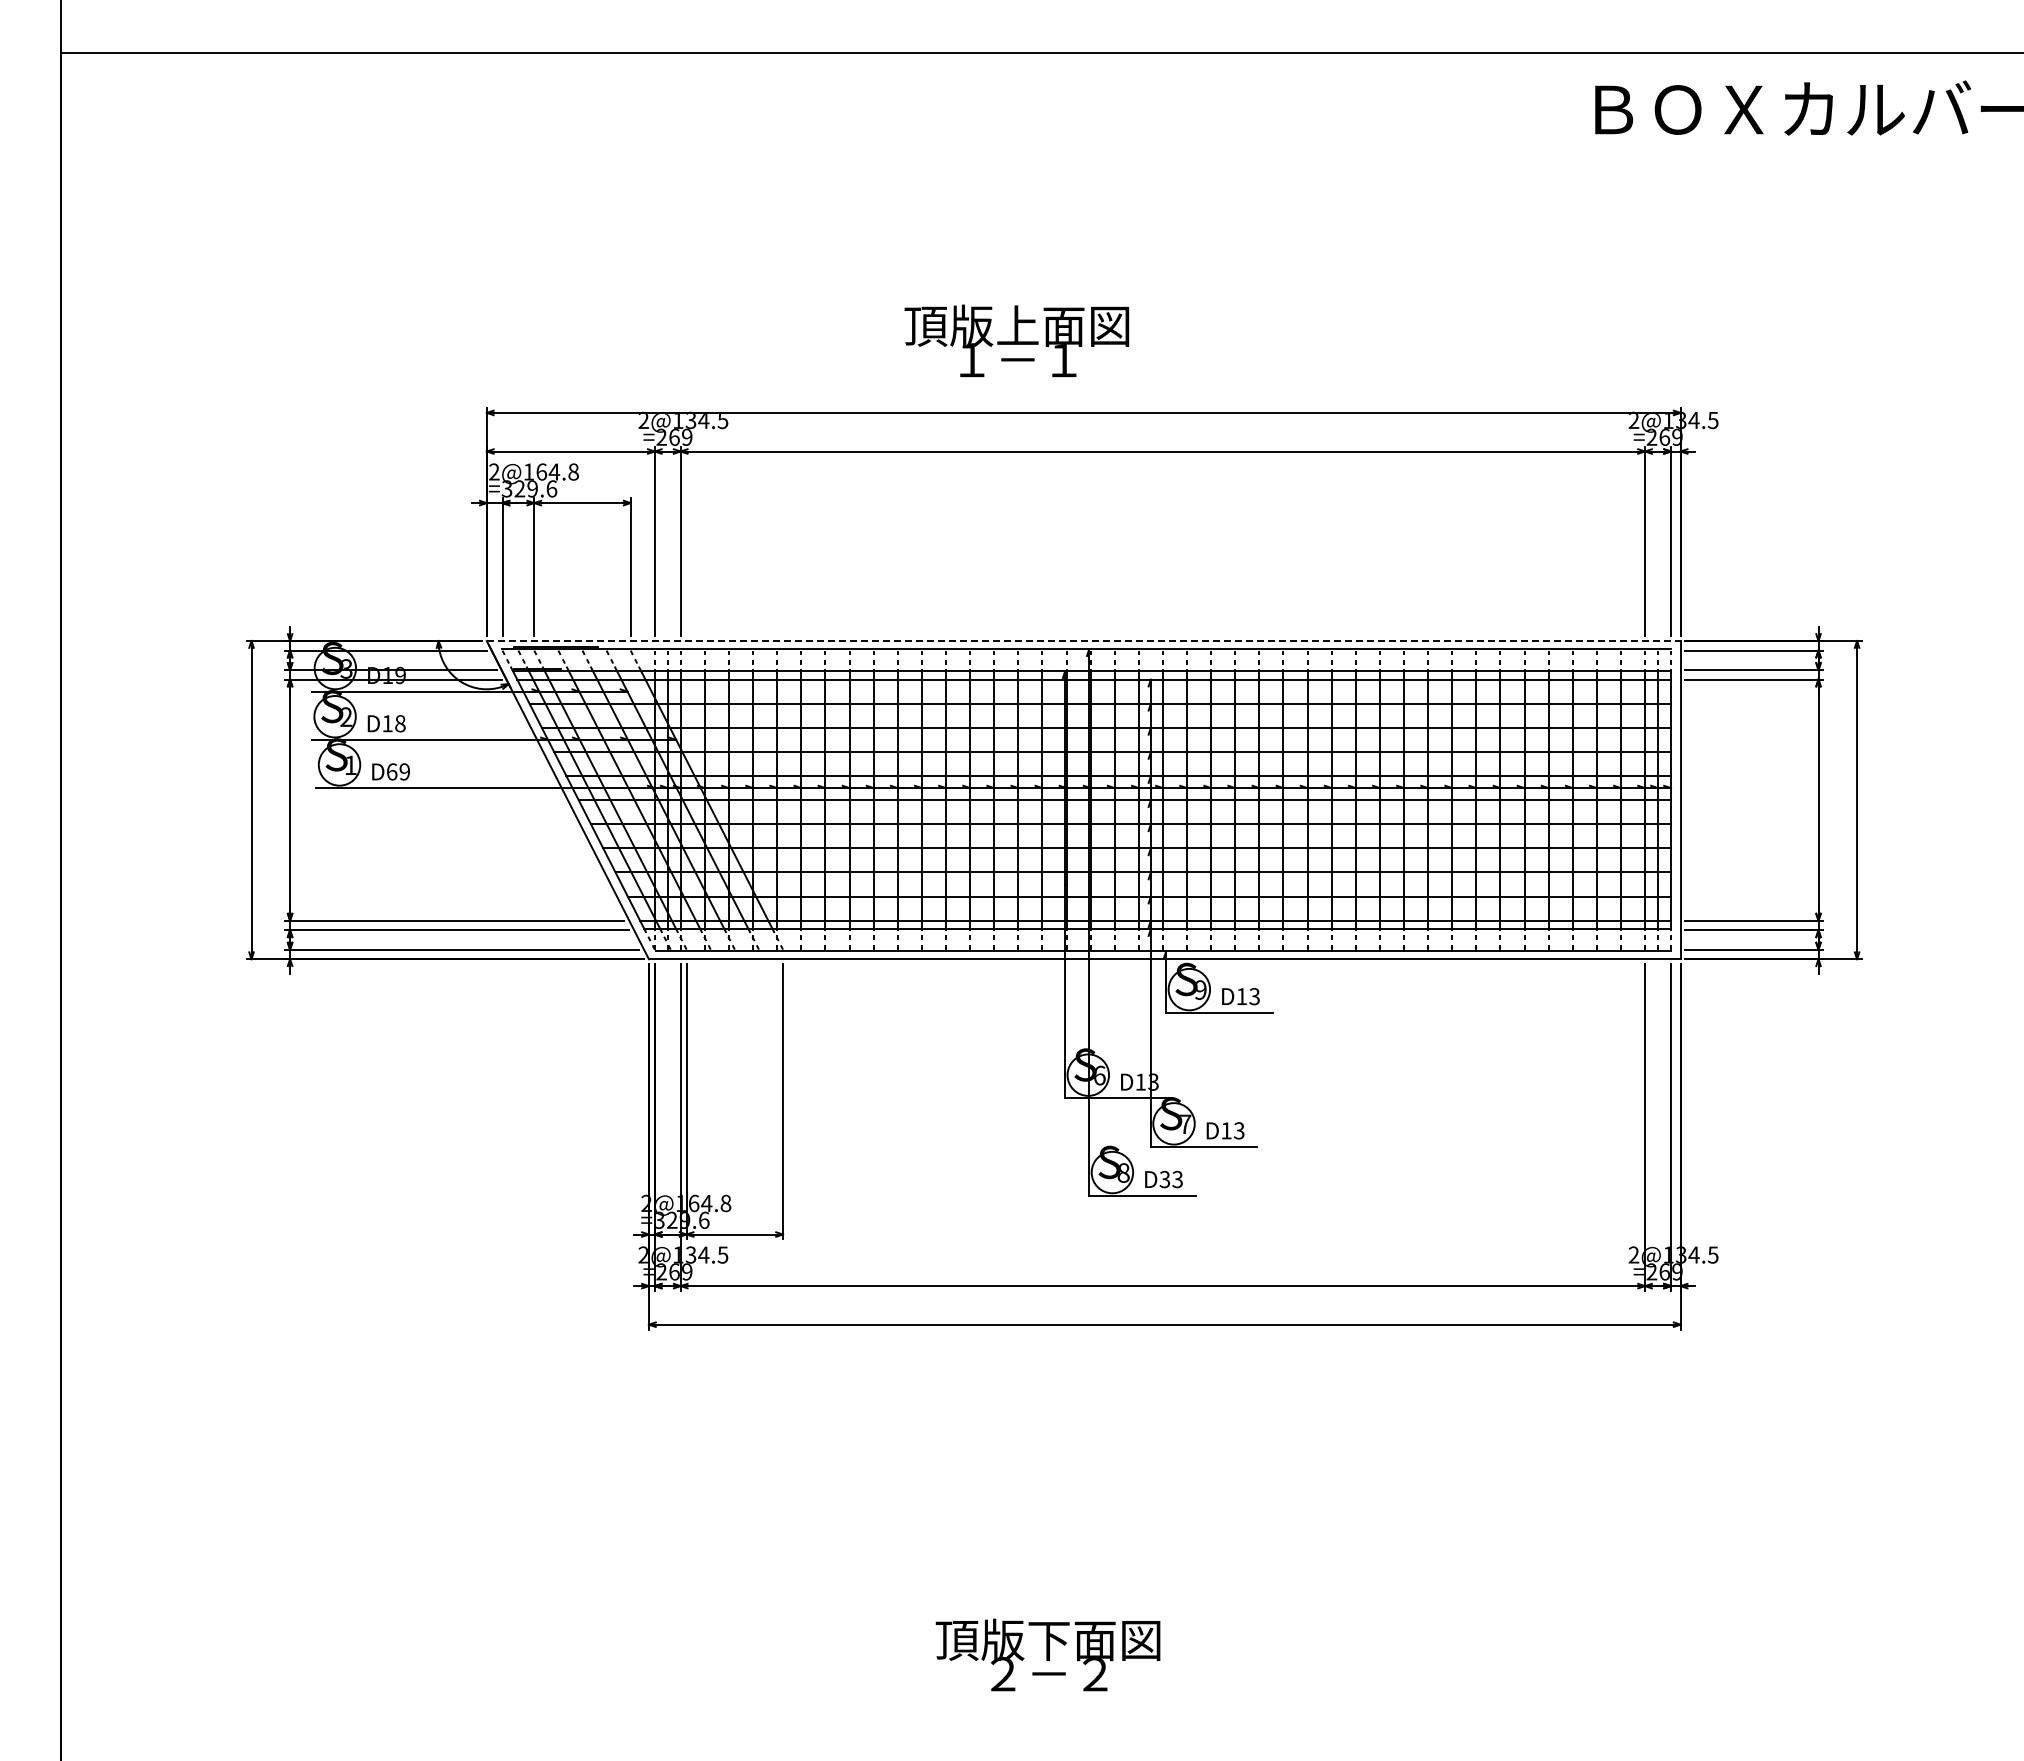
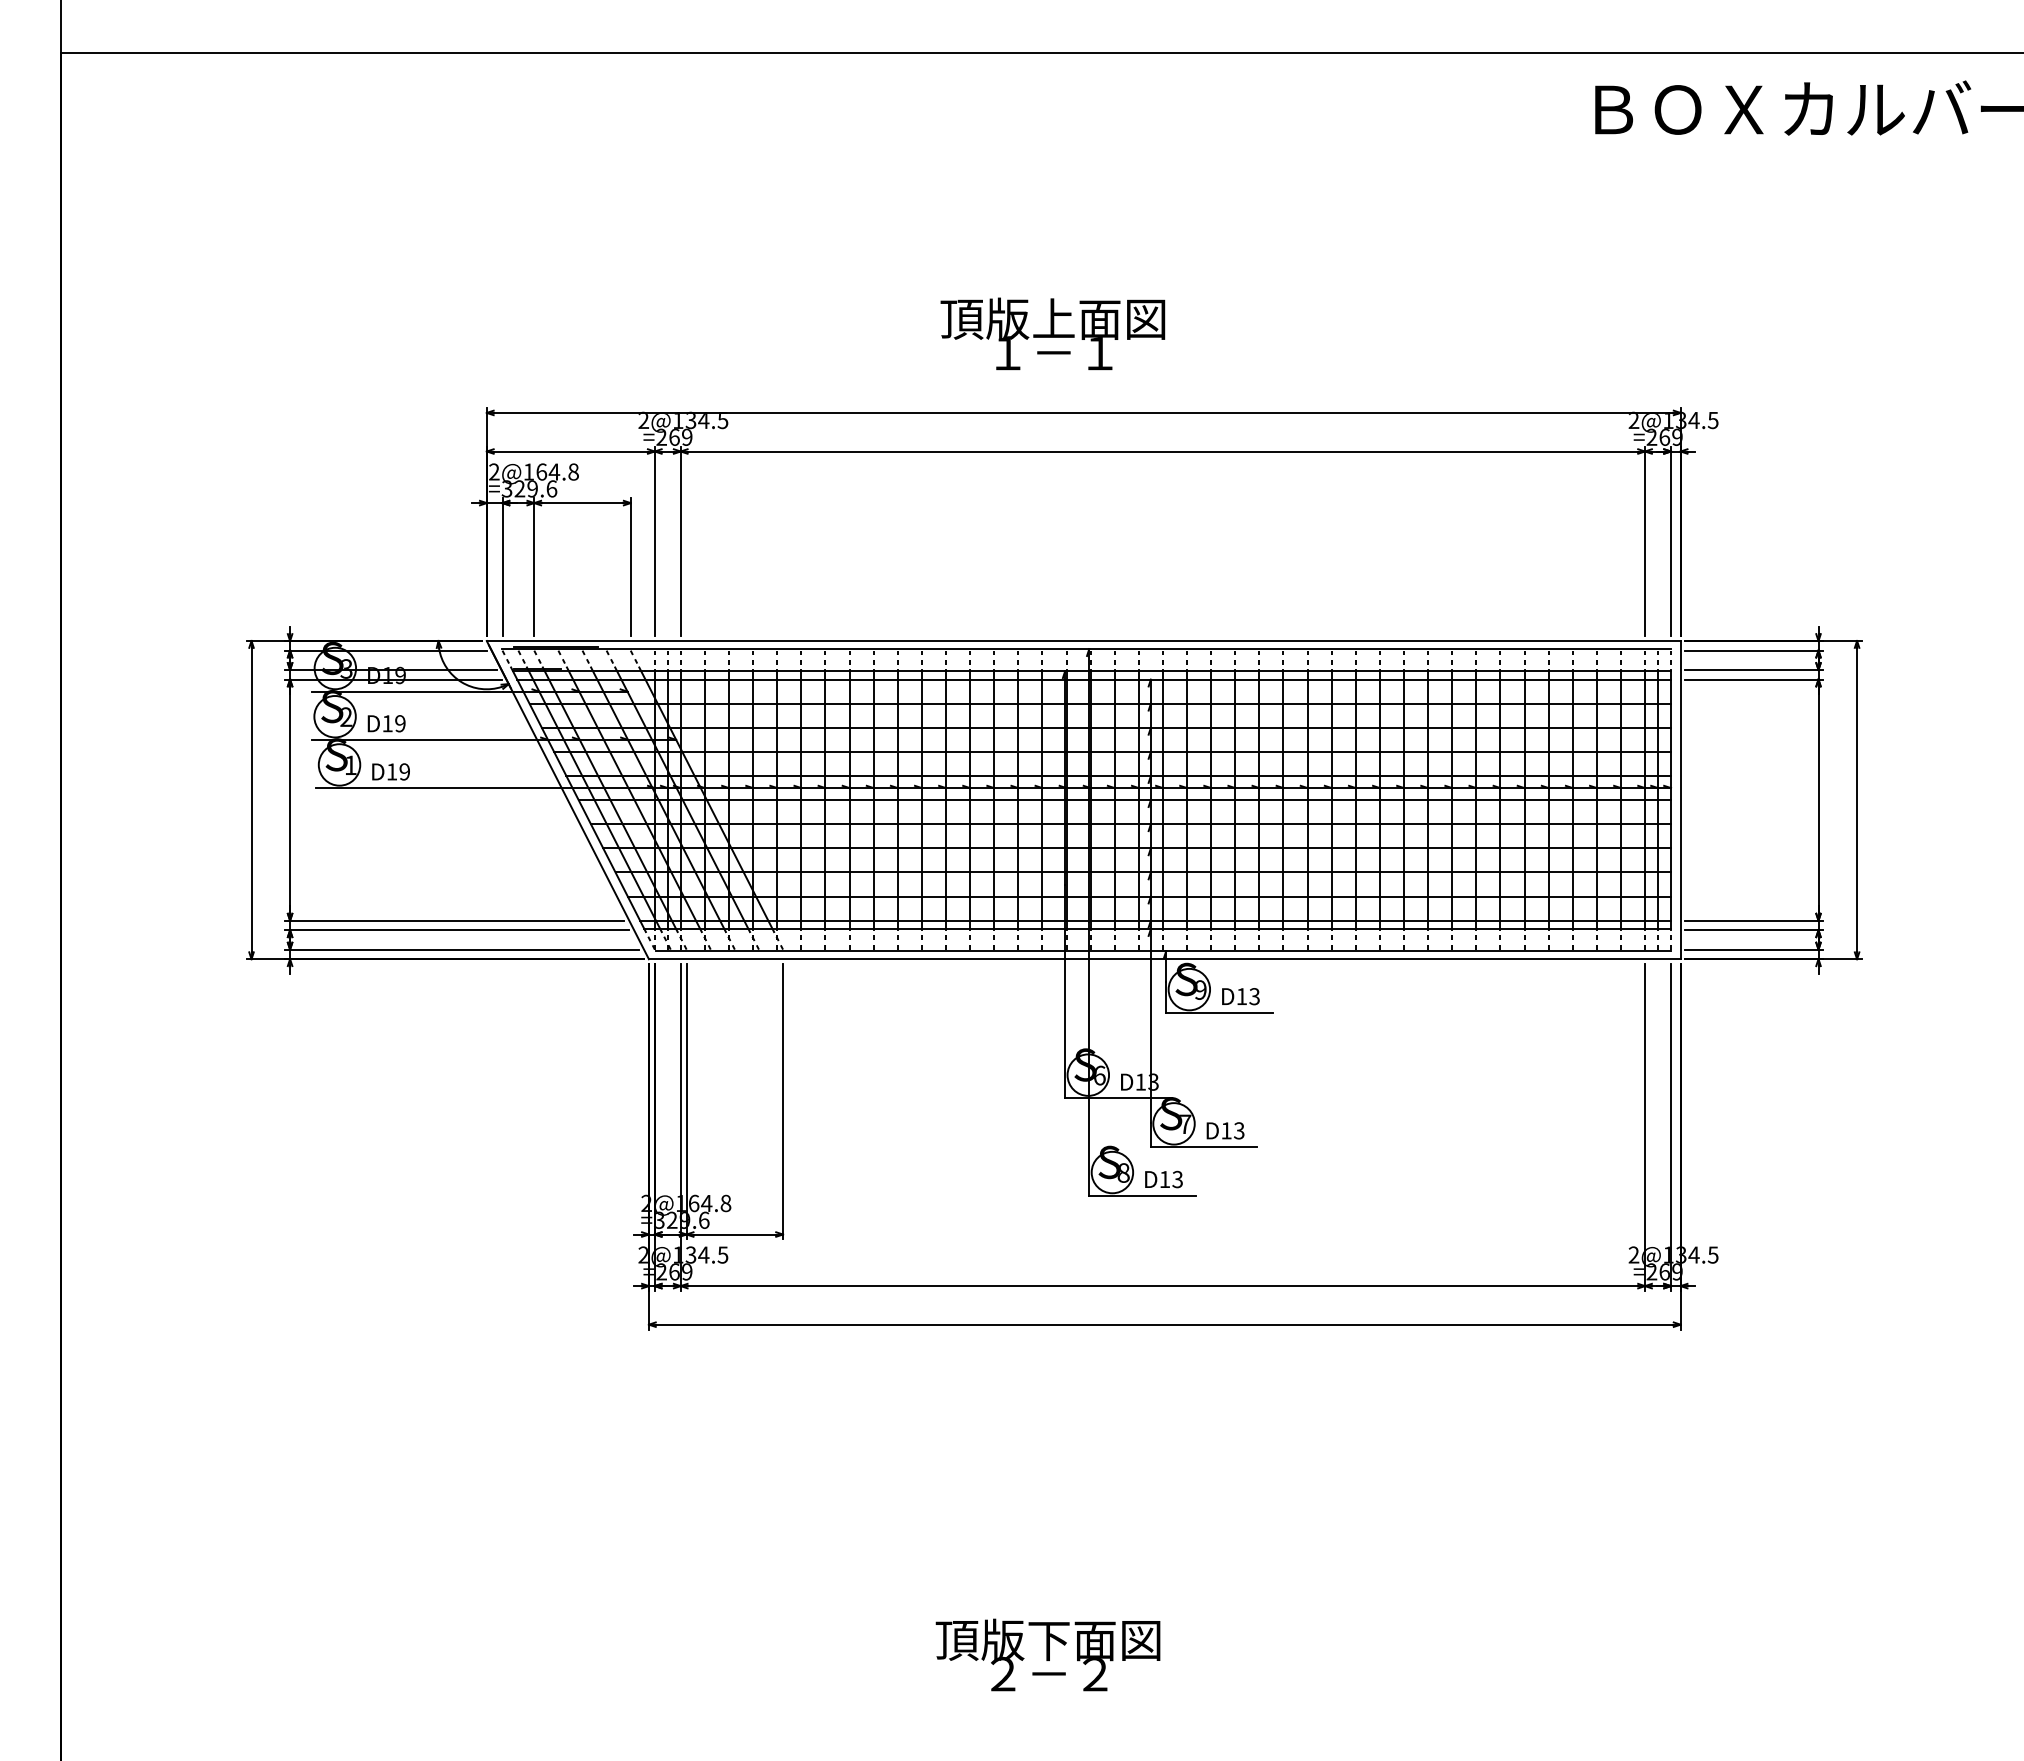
text at (1016, 340) position: (1016, 340) -> (1052, 333)
line at (1083, 641): dashed -> solid
text at (400, 723): D18 -> D19
text at (392, 771): D69 -> D19
text at (1164, 1179): D33 -> D13
